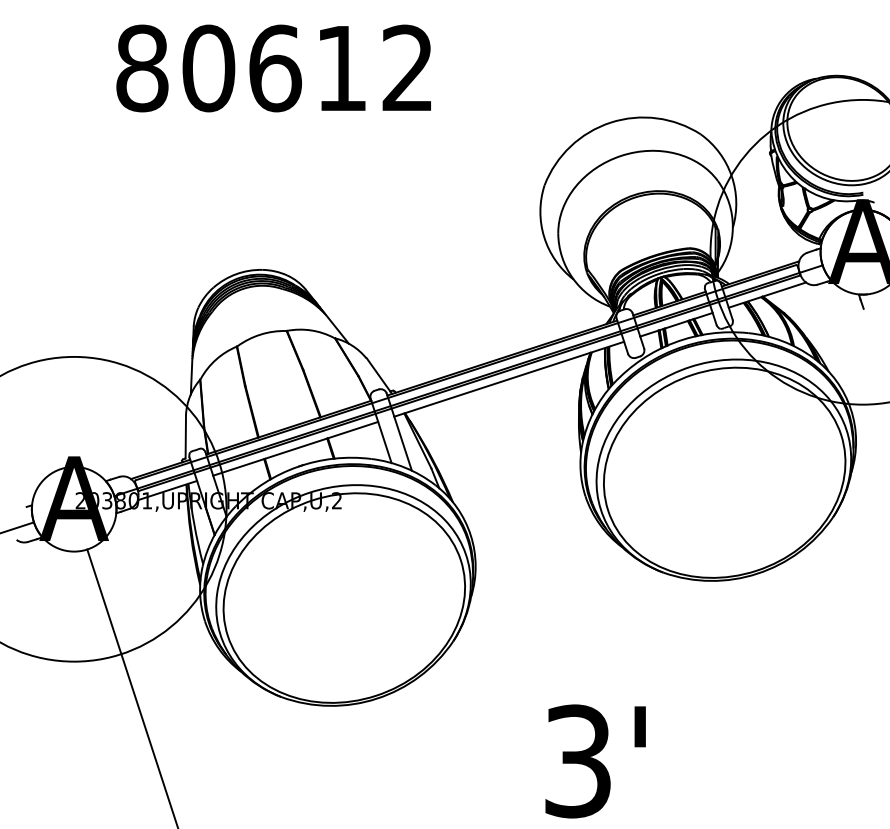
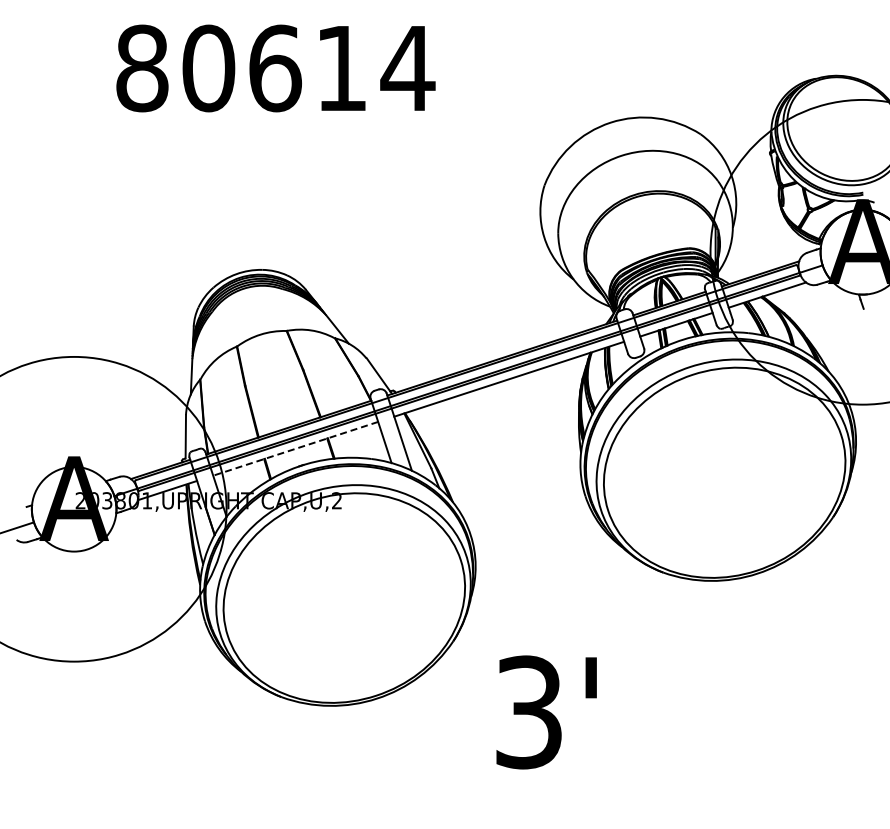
text at (407, 67): 80612 -> 80614
line at (295, 448): solid -> dashed
line at (132, 687): present -> none
text at (595, 761) position: (595, 761) -> (546, 712)
